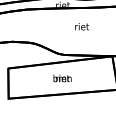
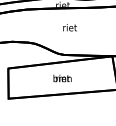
text at (81, 26) position: (81, 26) -> (69, 27)
